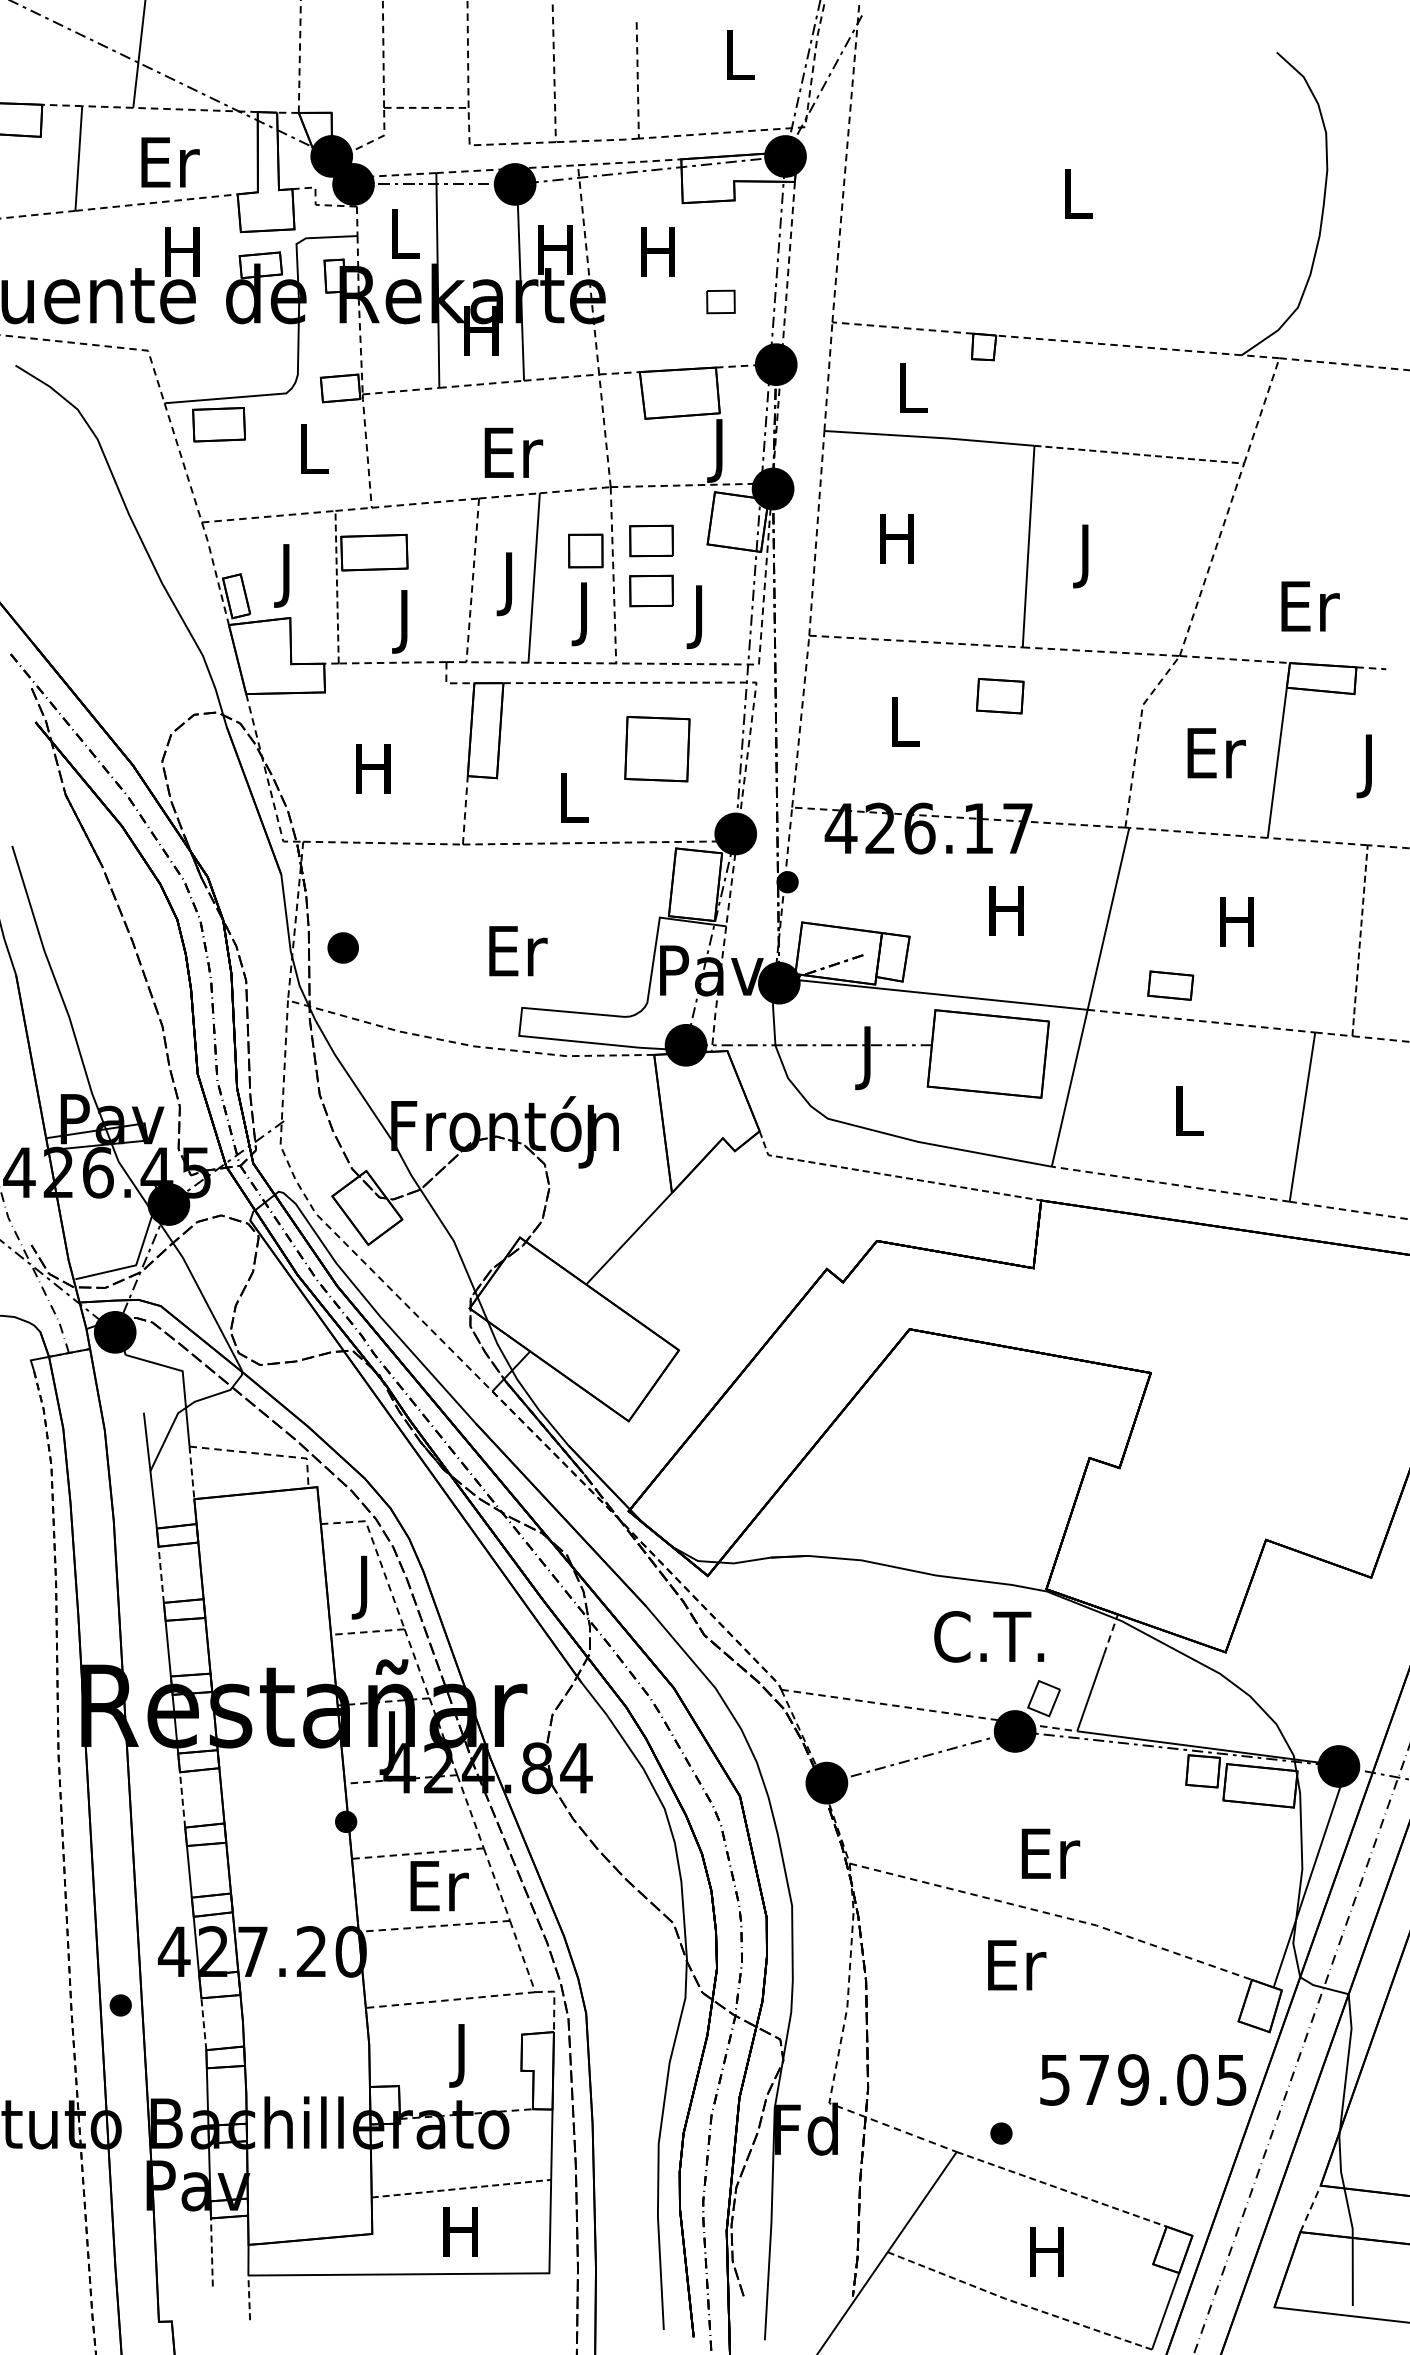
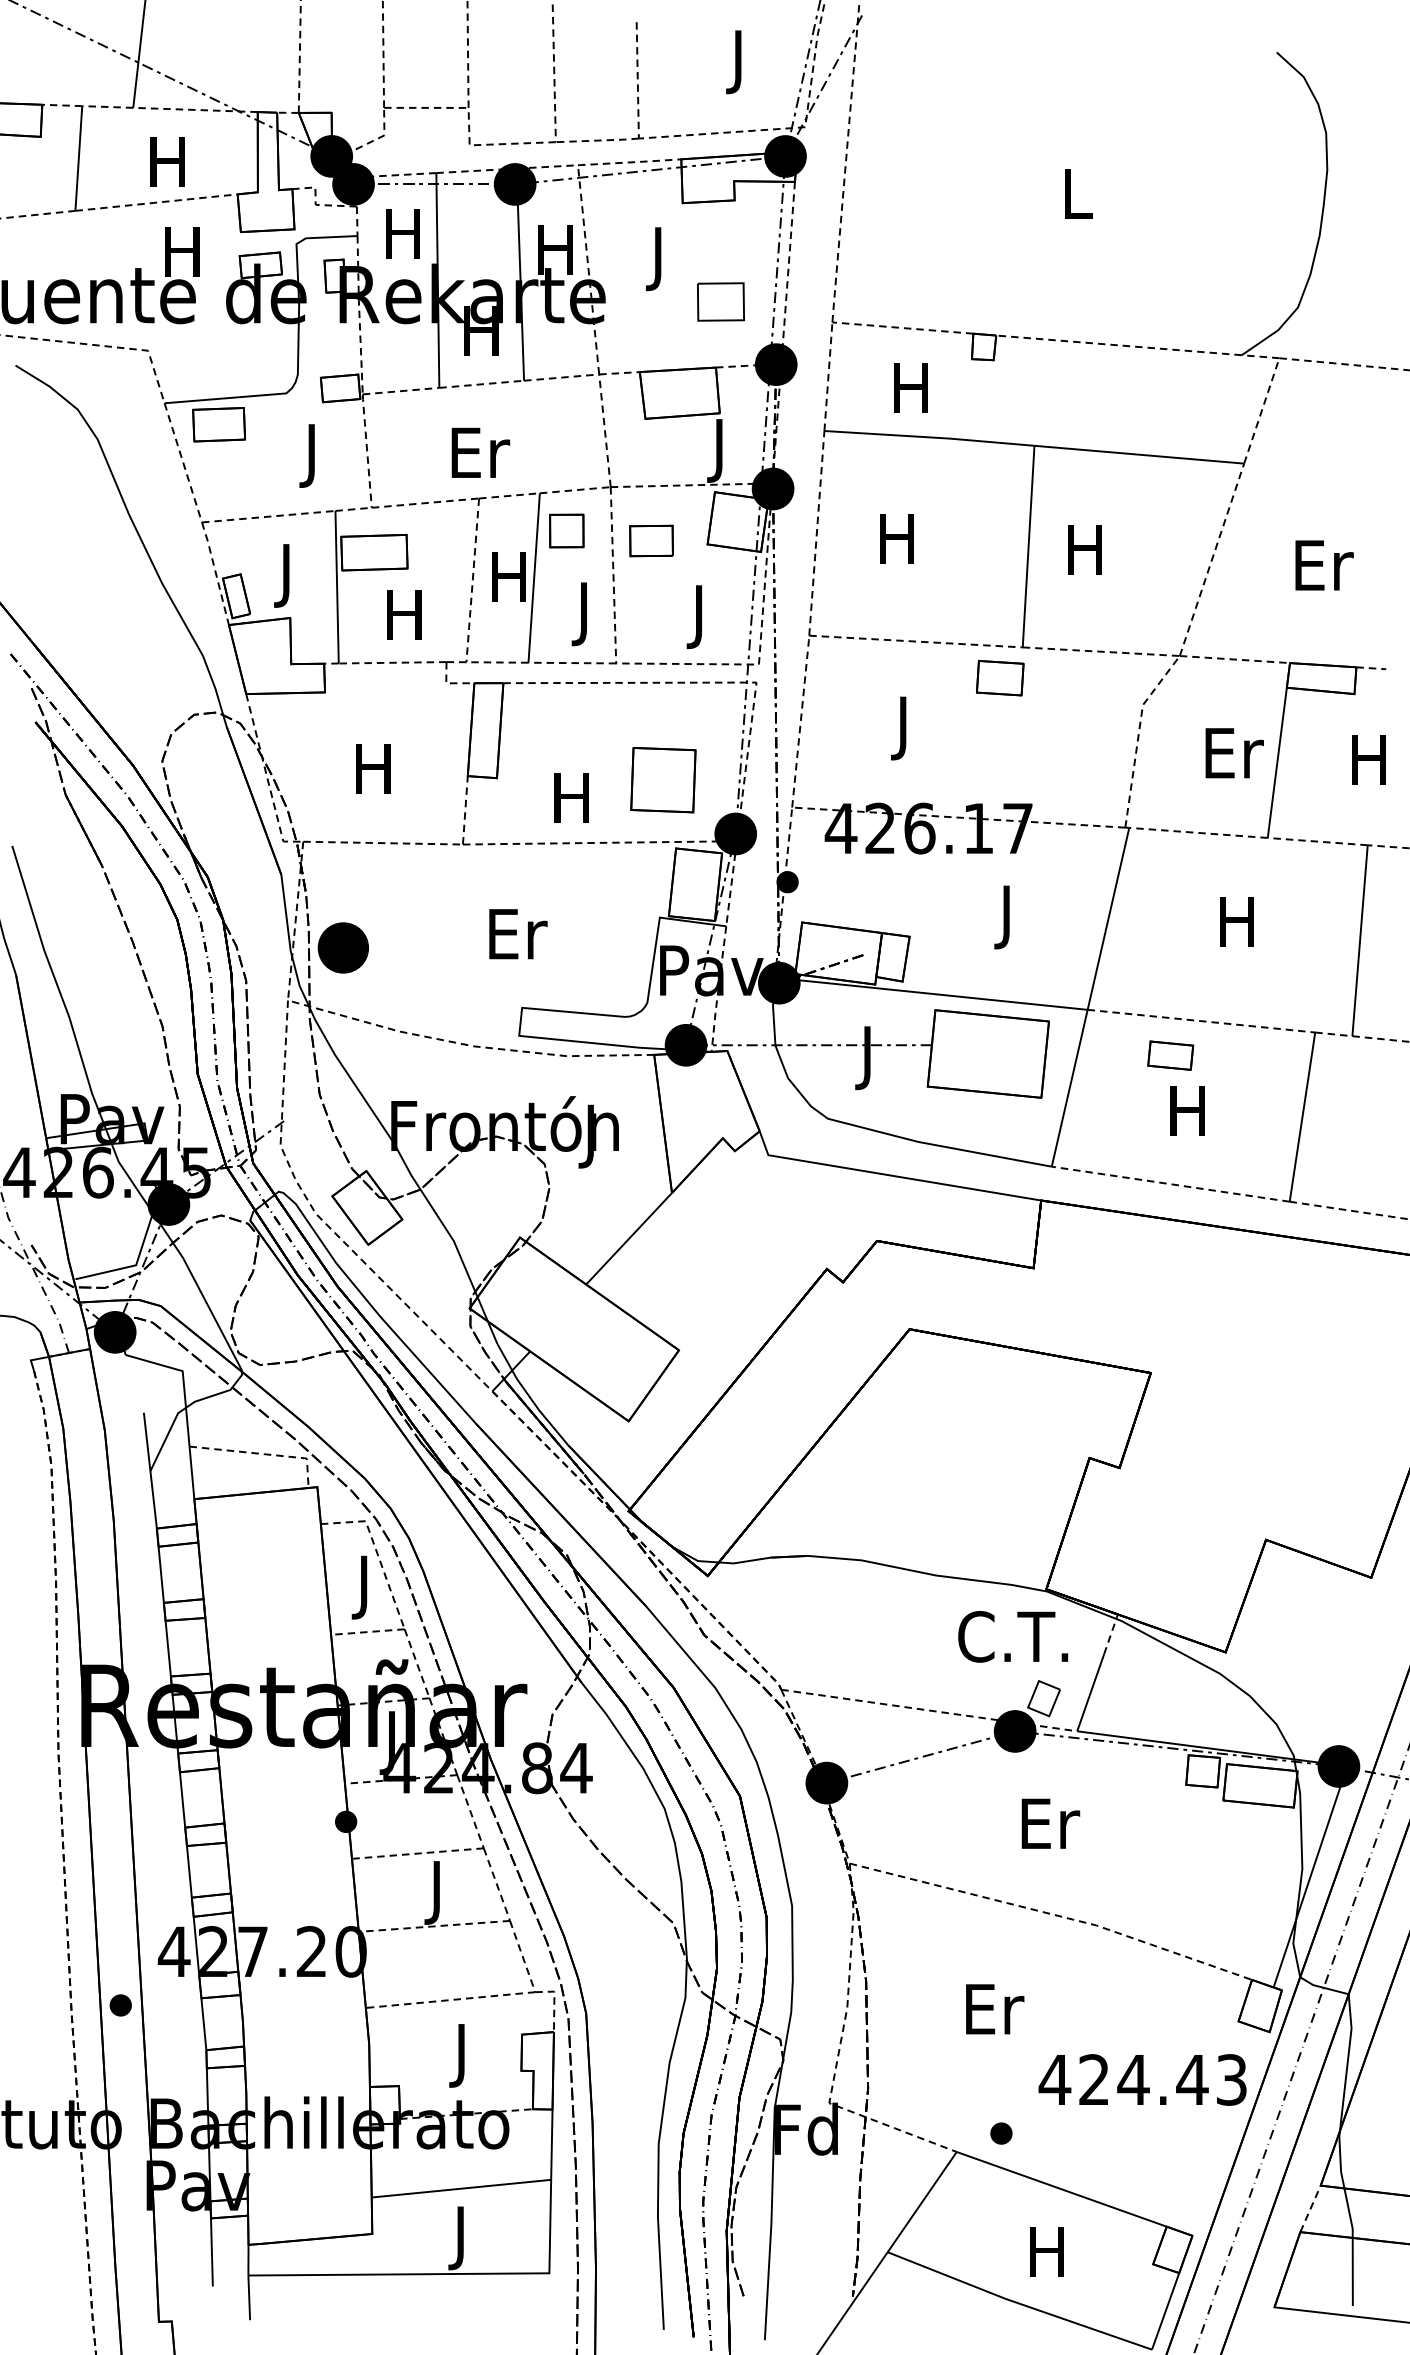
text at (740, 62): L -> J
text at (170, 162): Er -> H
text at (402, 233): L -> H
text at (657, 259): H -> J
part at (720, 301) size: 30x26 px -> 48x40 px
text at (910, 387): L -> H
text at (513, 452) position: (513, 452) -> (480, 452)
line at (1139, 454): dashed -> solid
text at (313, 455): L -> J
part at (585, 550) position: (585, 550) -> (566, 530)
text at (1084, 556): J -> H
text at (508, 584): J -> H
line at (337, 586): dashed -> solid
part at (651, 590): present -> none
text at (1310, 606) position: (1310, 606) -> (1324, 565)
text at (404, 621): J -> H
part at (1000, 696) position: (1000, 696) -> (1000, 678)
text at (905, 728): L -> J
part at (657, 749) position: (657, 749) -> (663, 780)
text at (1216, 753) position: (1216, 753) -> (1234, 753)
text at (1368, 766): J -> H
text at (571, 797): L -> H
text at (1006, 917): H -> J
line at (1360, 940): dashed -> solid
part at (342, 947) size: 32x32 px -> 52x52 px
text at (518, 951) position: (518, 951) -> (518, 934)
part at (1170, 985) position: (1170, 985) -> (1170, 1055)
text at (1187, 1110): L -> H
line at (891, 1175): dashed -> solid
line at (191, 1473): dashed -> solid
line at (161, 1574): dashed -> solid
text at (989, 1636) position: (989, 1636) -> (1013, 1636)
line at (182, 1799): dashed -> solid
text at (1050, 1853) position: (1050, 1853) -> (1050, 1823)
text at (439, 1892): Er -> J
text at (1017, 1965) position: (1017, 1965) -> (995, 2009)
line at (203, 2023): dashed -> solid
text at (1142, 2079): 579.05 -> 424.43
line at (461, 2188): dashed -> solid
line at (1062, 2189): dashed -> solid
text at (460, 2238): H -> J
line at (211, 2251): dashed -> solid
line at (249, 2297): dashed -> solid
line at (1018, 2303): dashed -> solid
